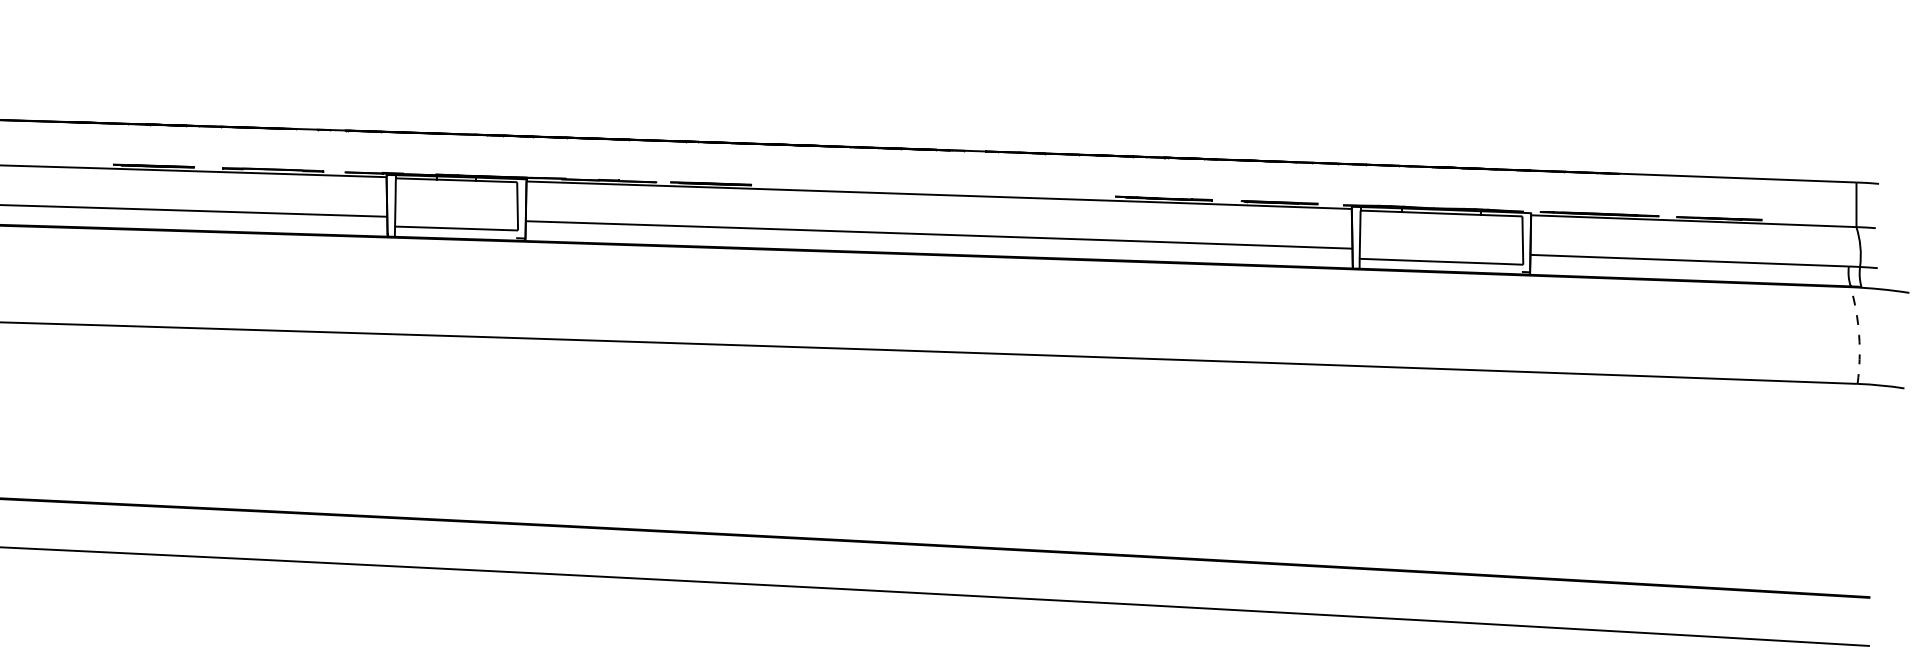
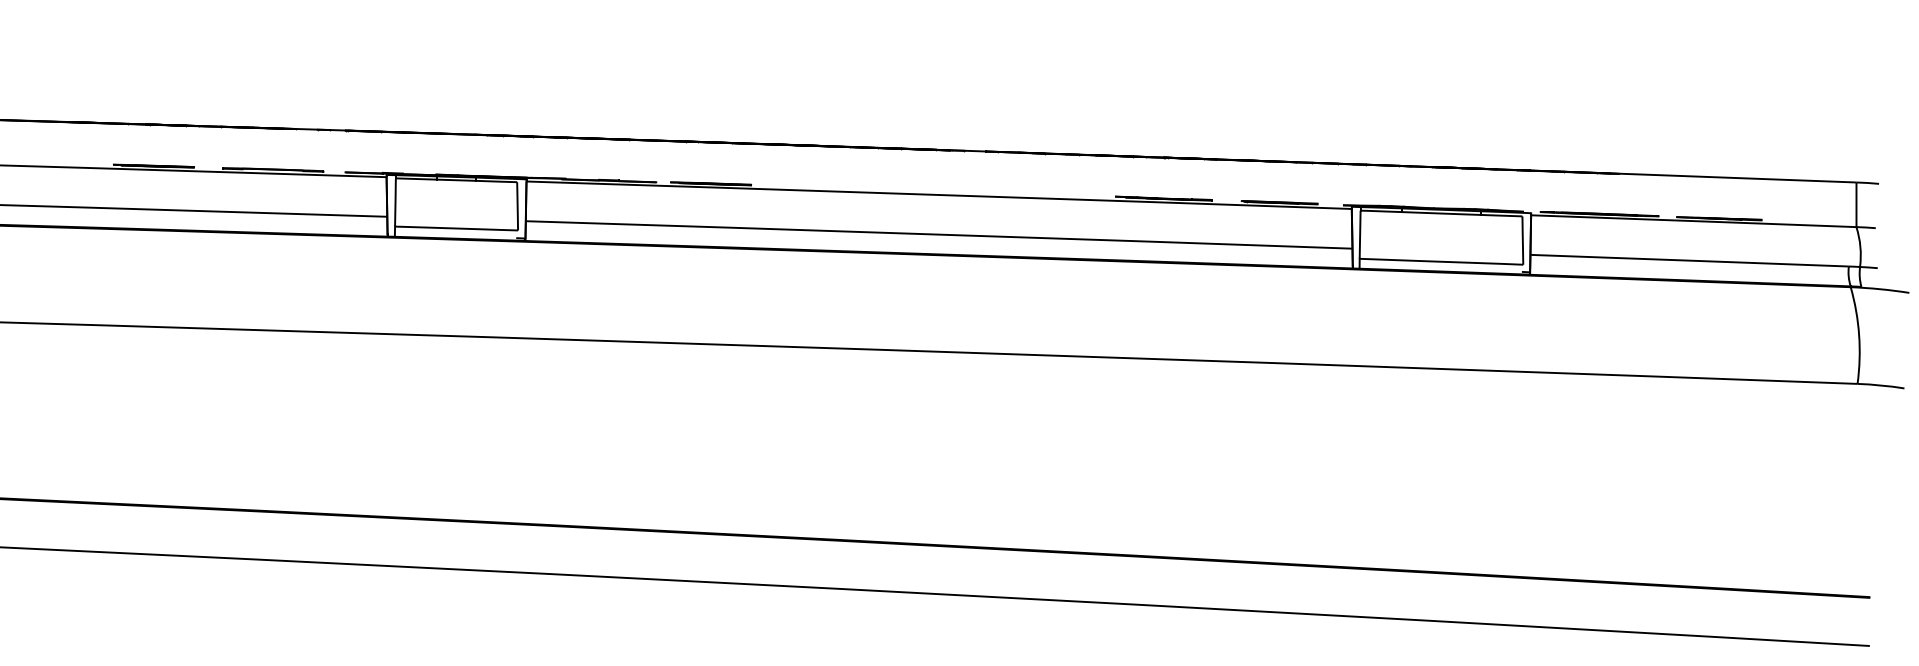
arc at (1859, 335): dashed -> solid
